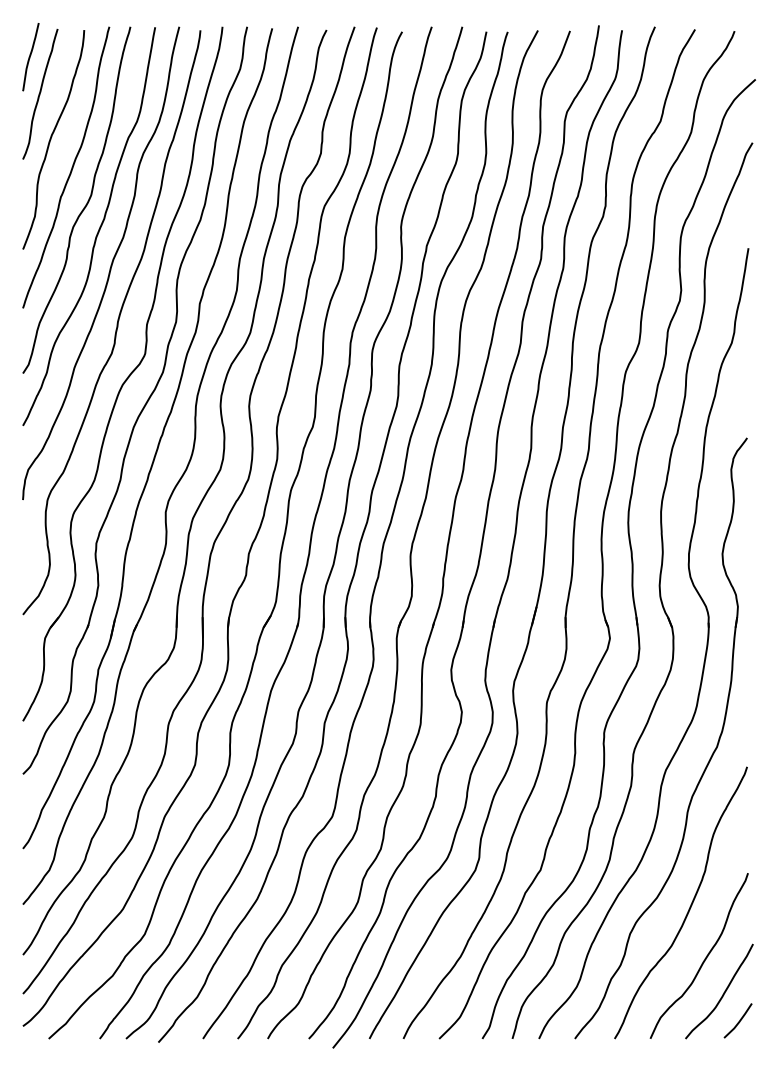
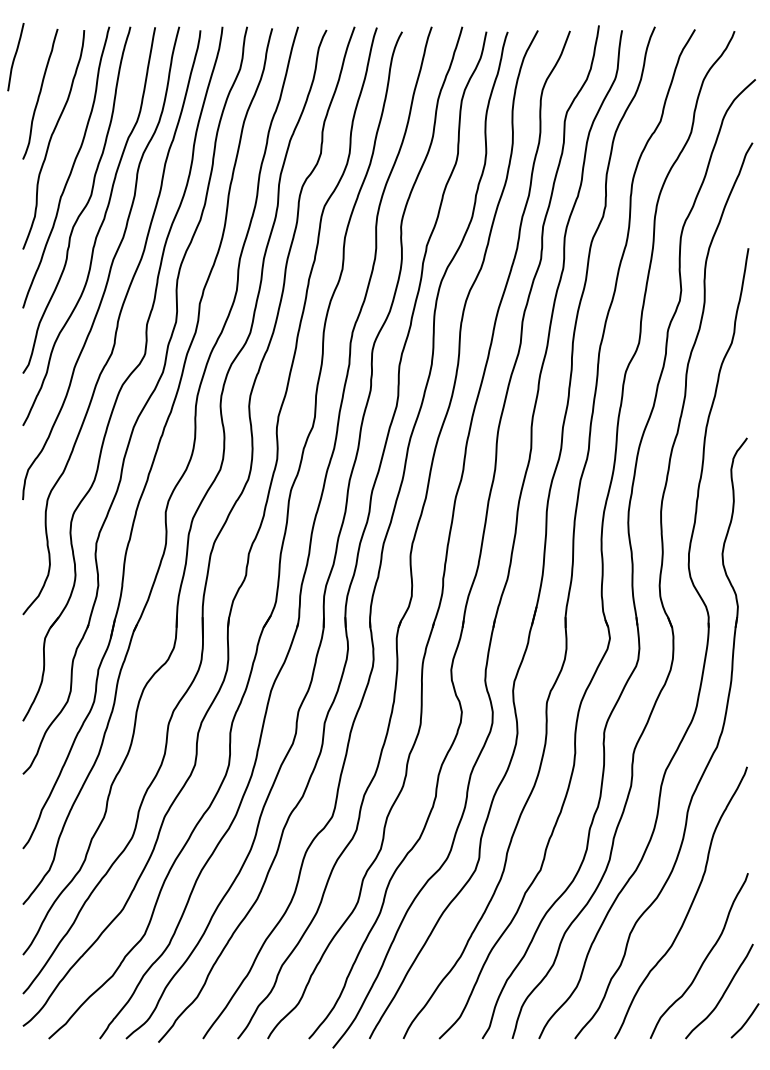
curve at (30, 57) position: (30, 57) -> (15, 57)
line at (738, 1021) position: (738, 1021) -> (745, 1021)
